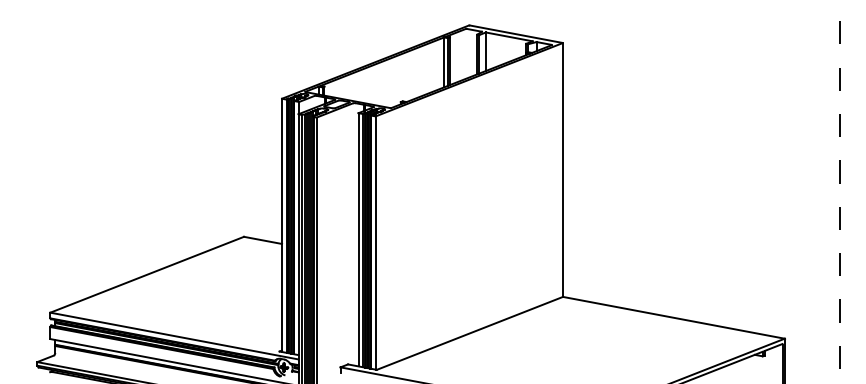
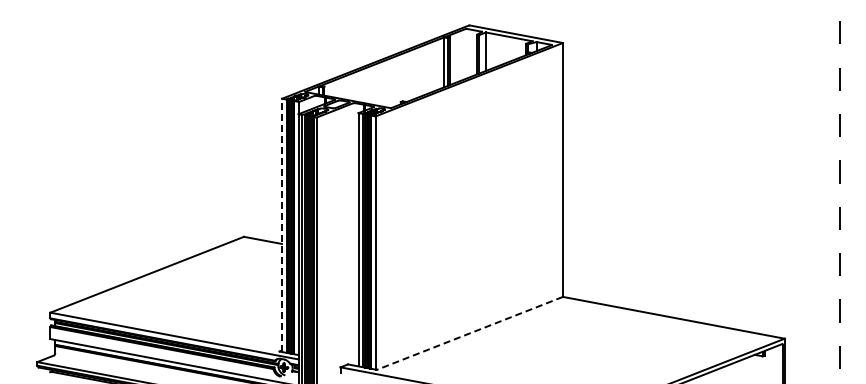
line at (282, 225): solid -> dashed
line at (469, 333): solid -> dashed
